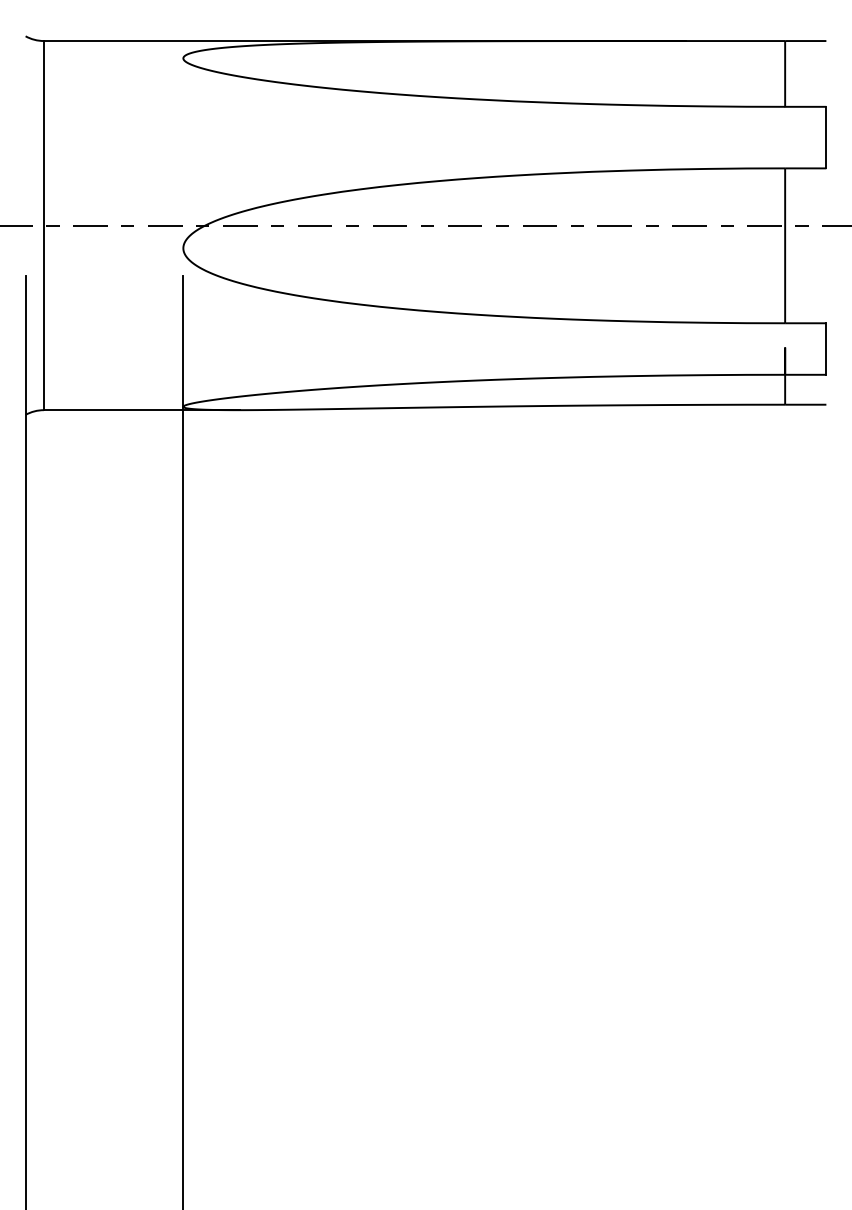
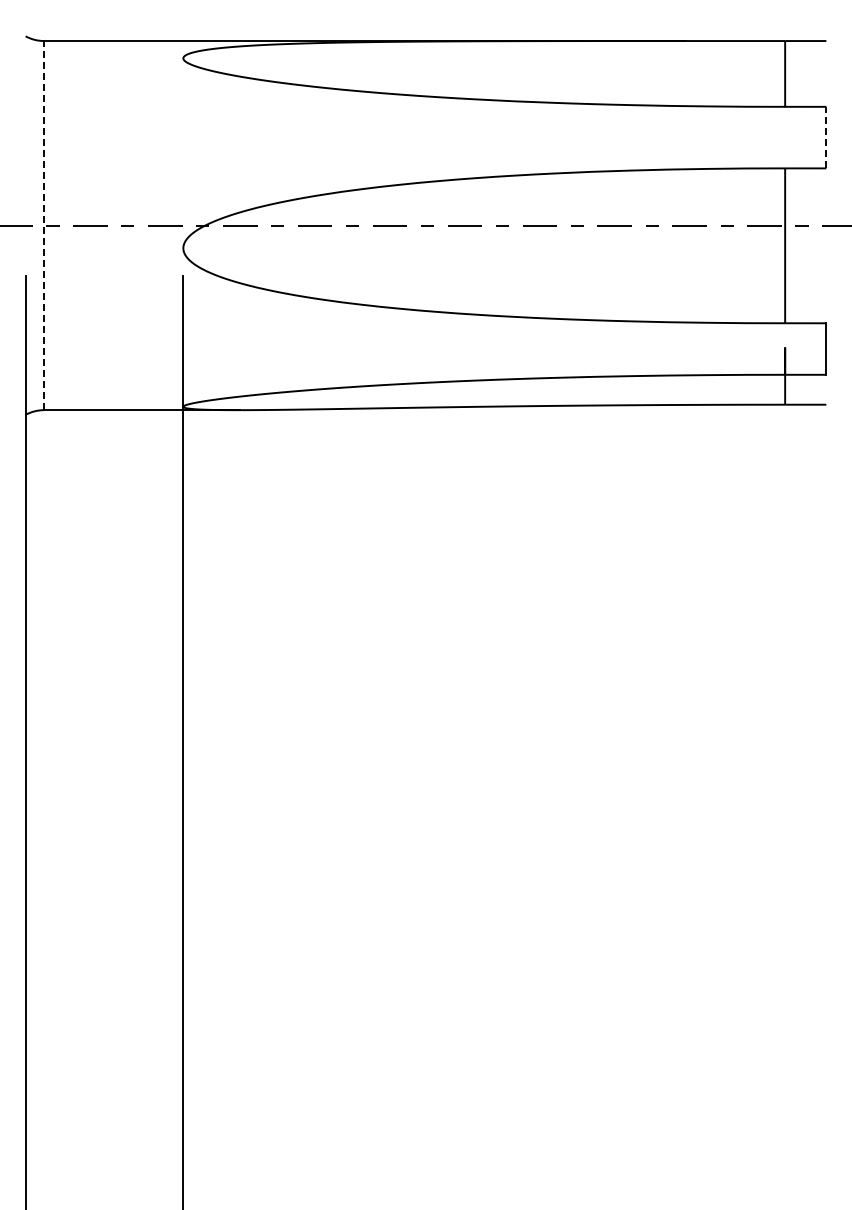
line at (826, 137): solid -> dashed
line at (43, 225): solid -> dashed
